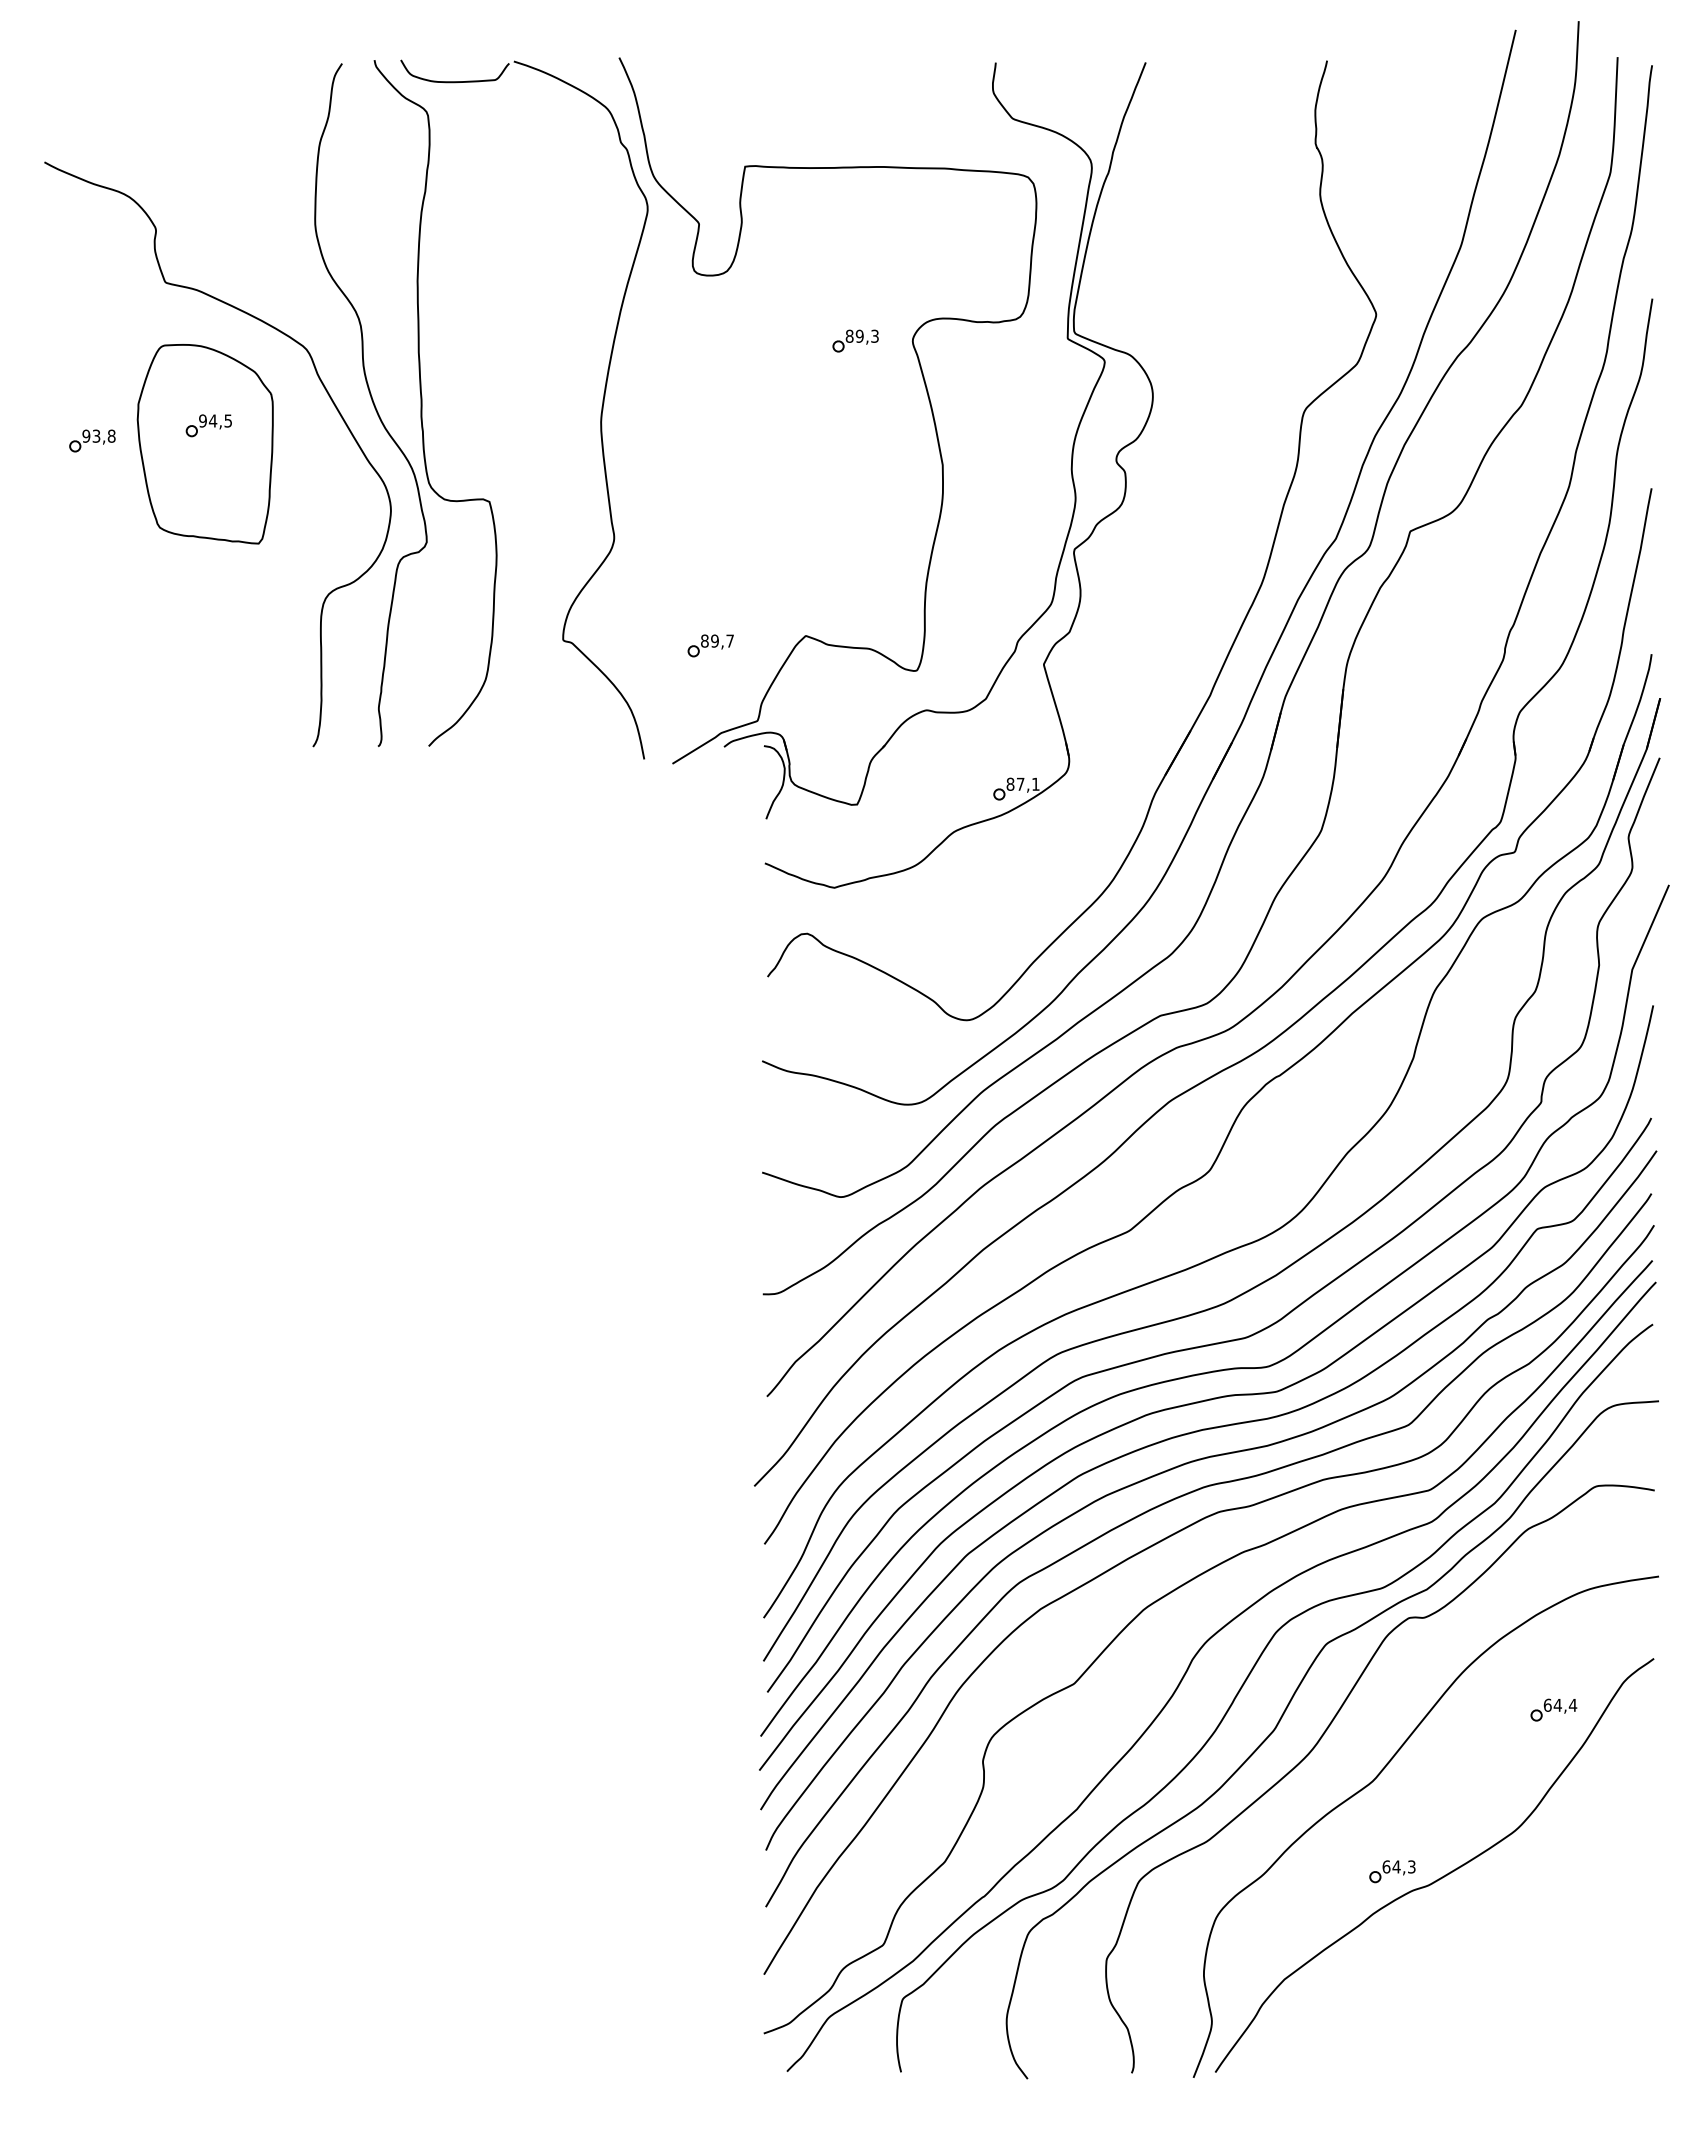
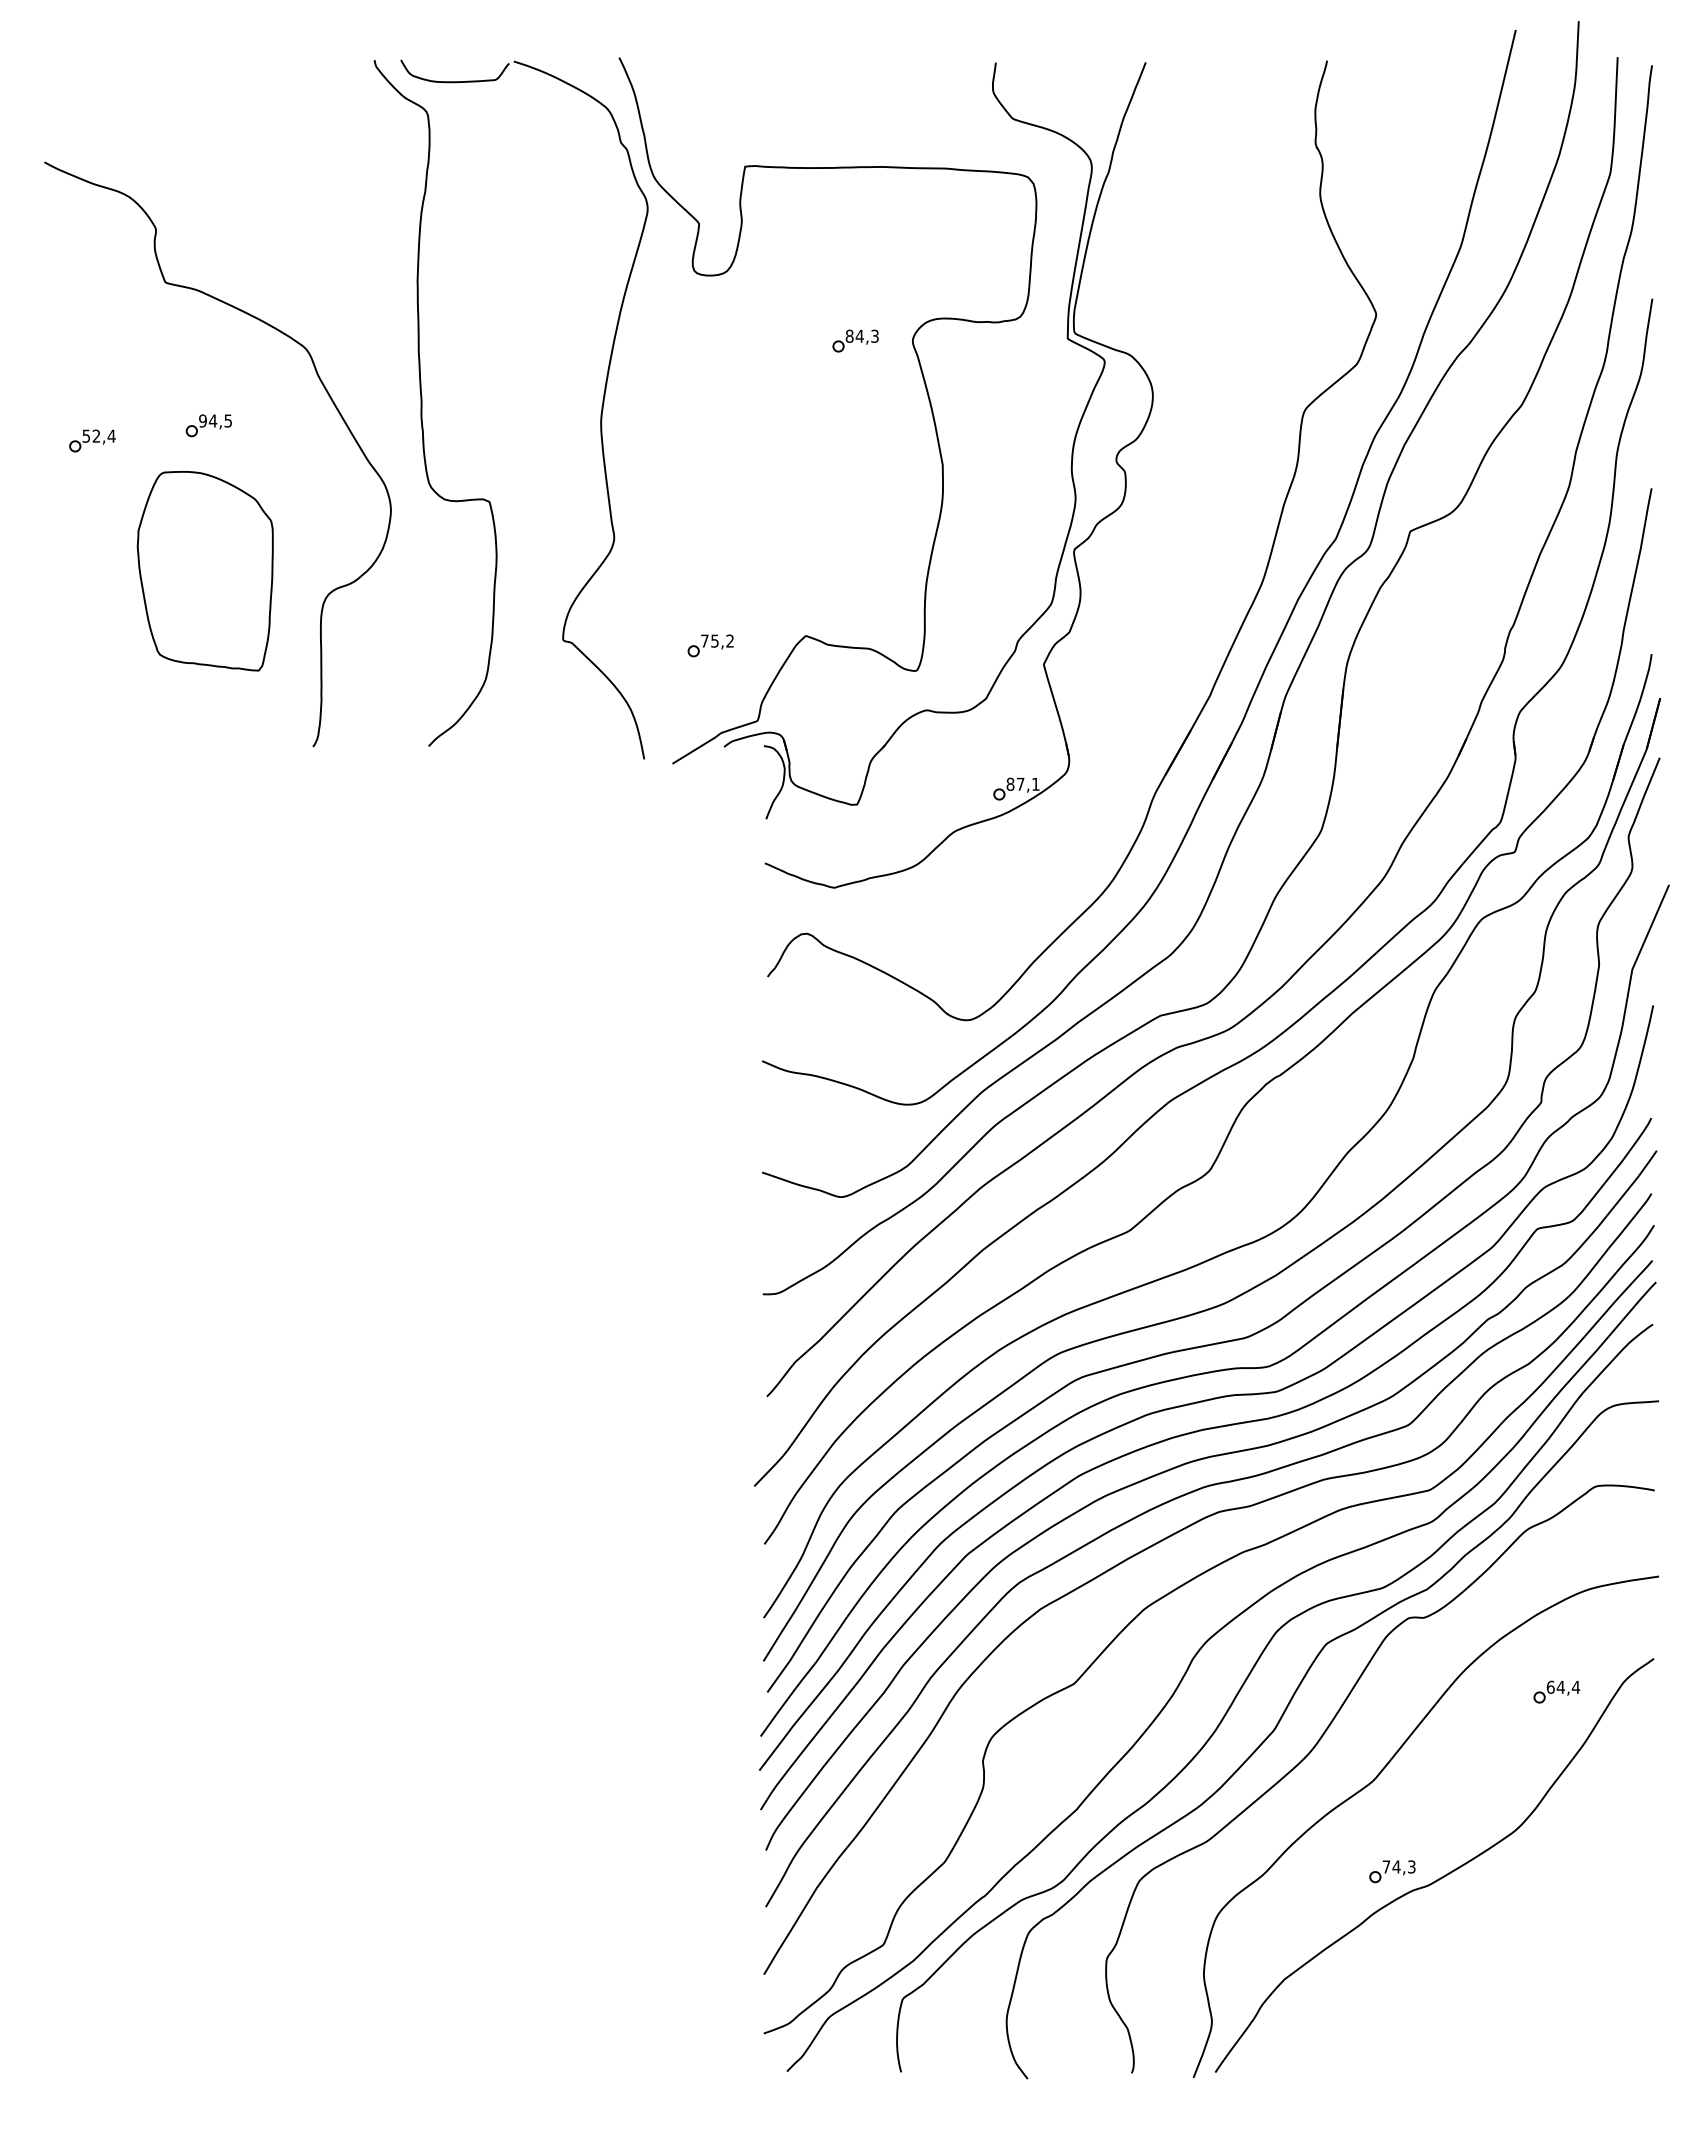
text at (859, 335): 89,3 -> 84,3
curve at (372, 403): present -> none
text at (98, 435): 93,8 -> 52,4
part at (204, 444) position: (204, 444) -> (204, 571)
text at (717, 640): 89,7 -> 75,2
part at (1553, 1709) position: (1553, 1709) -> (1556, 1691)
text at (1386, 1866): 64,3 -> 74,3
